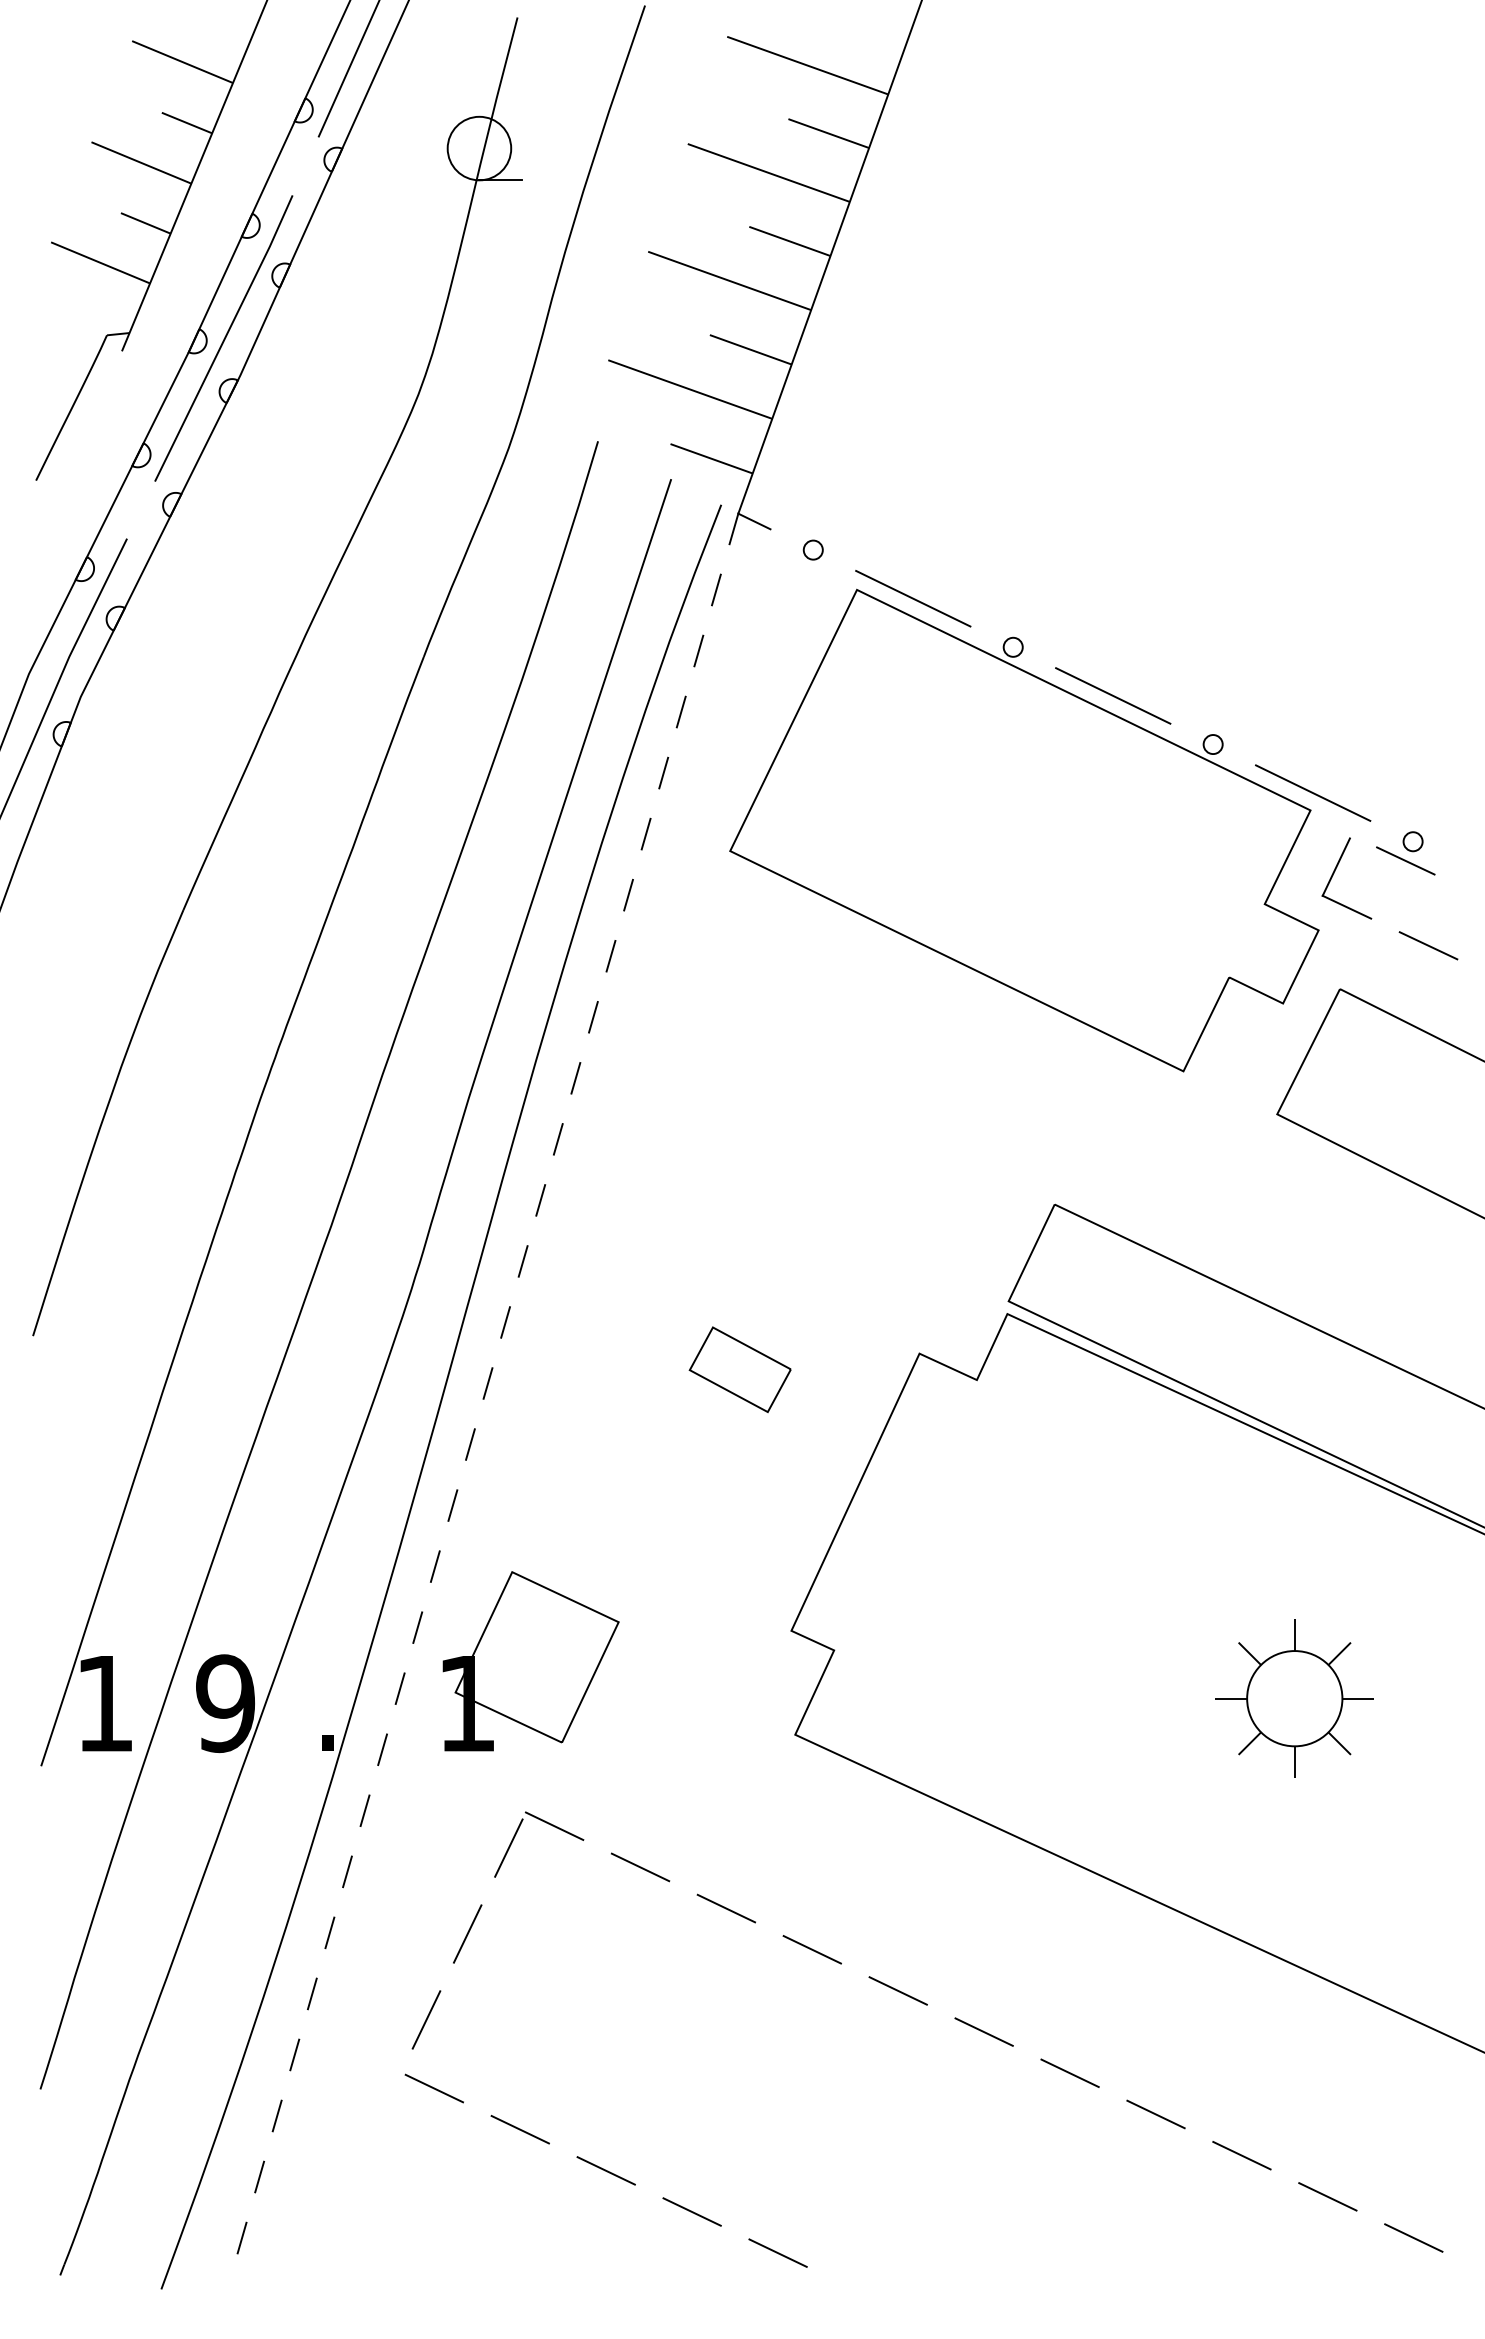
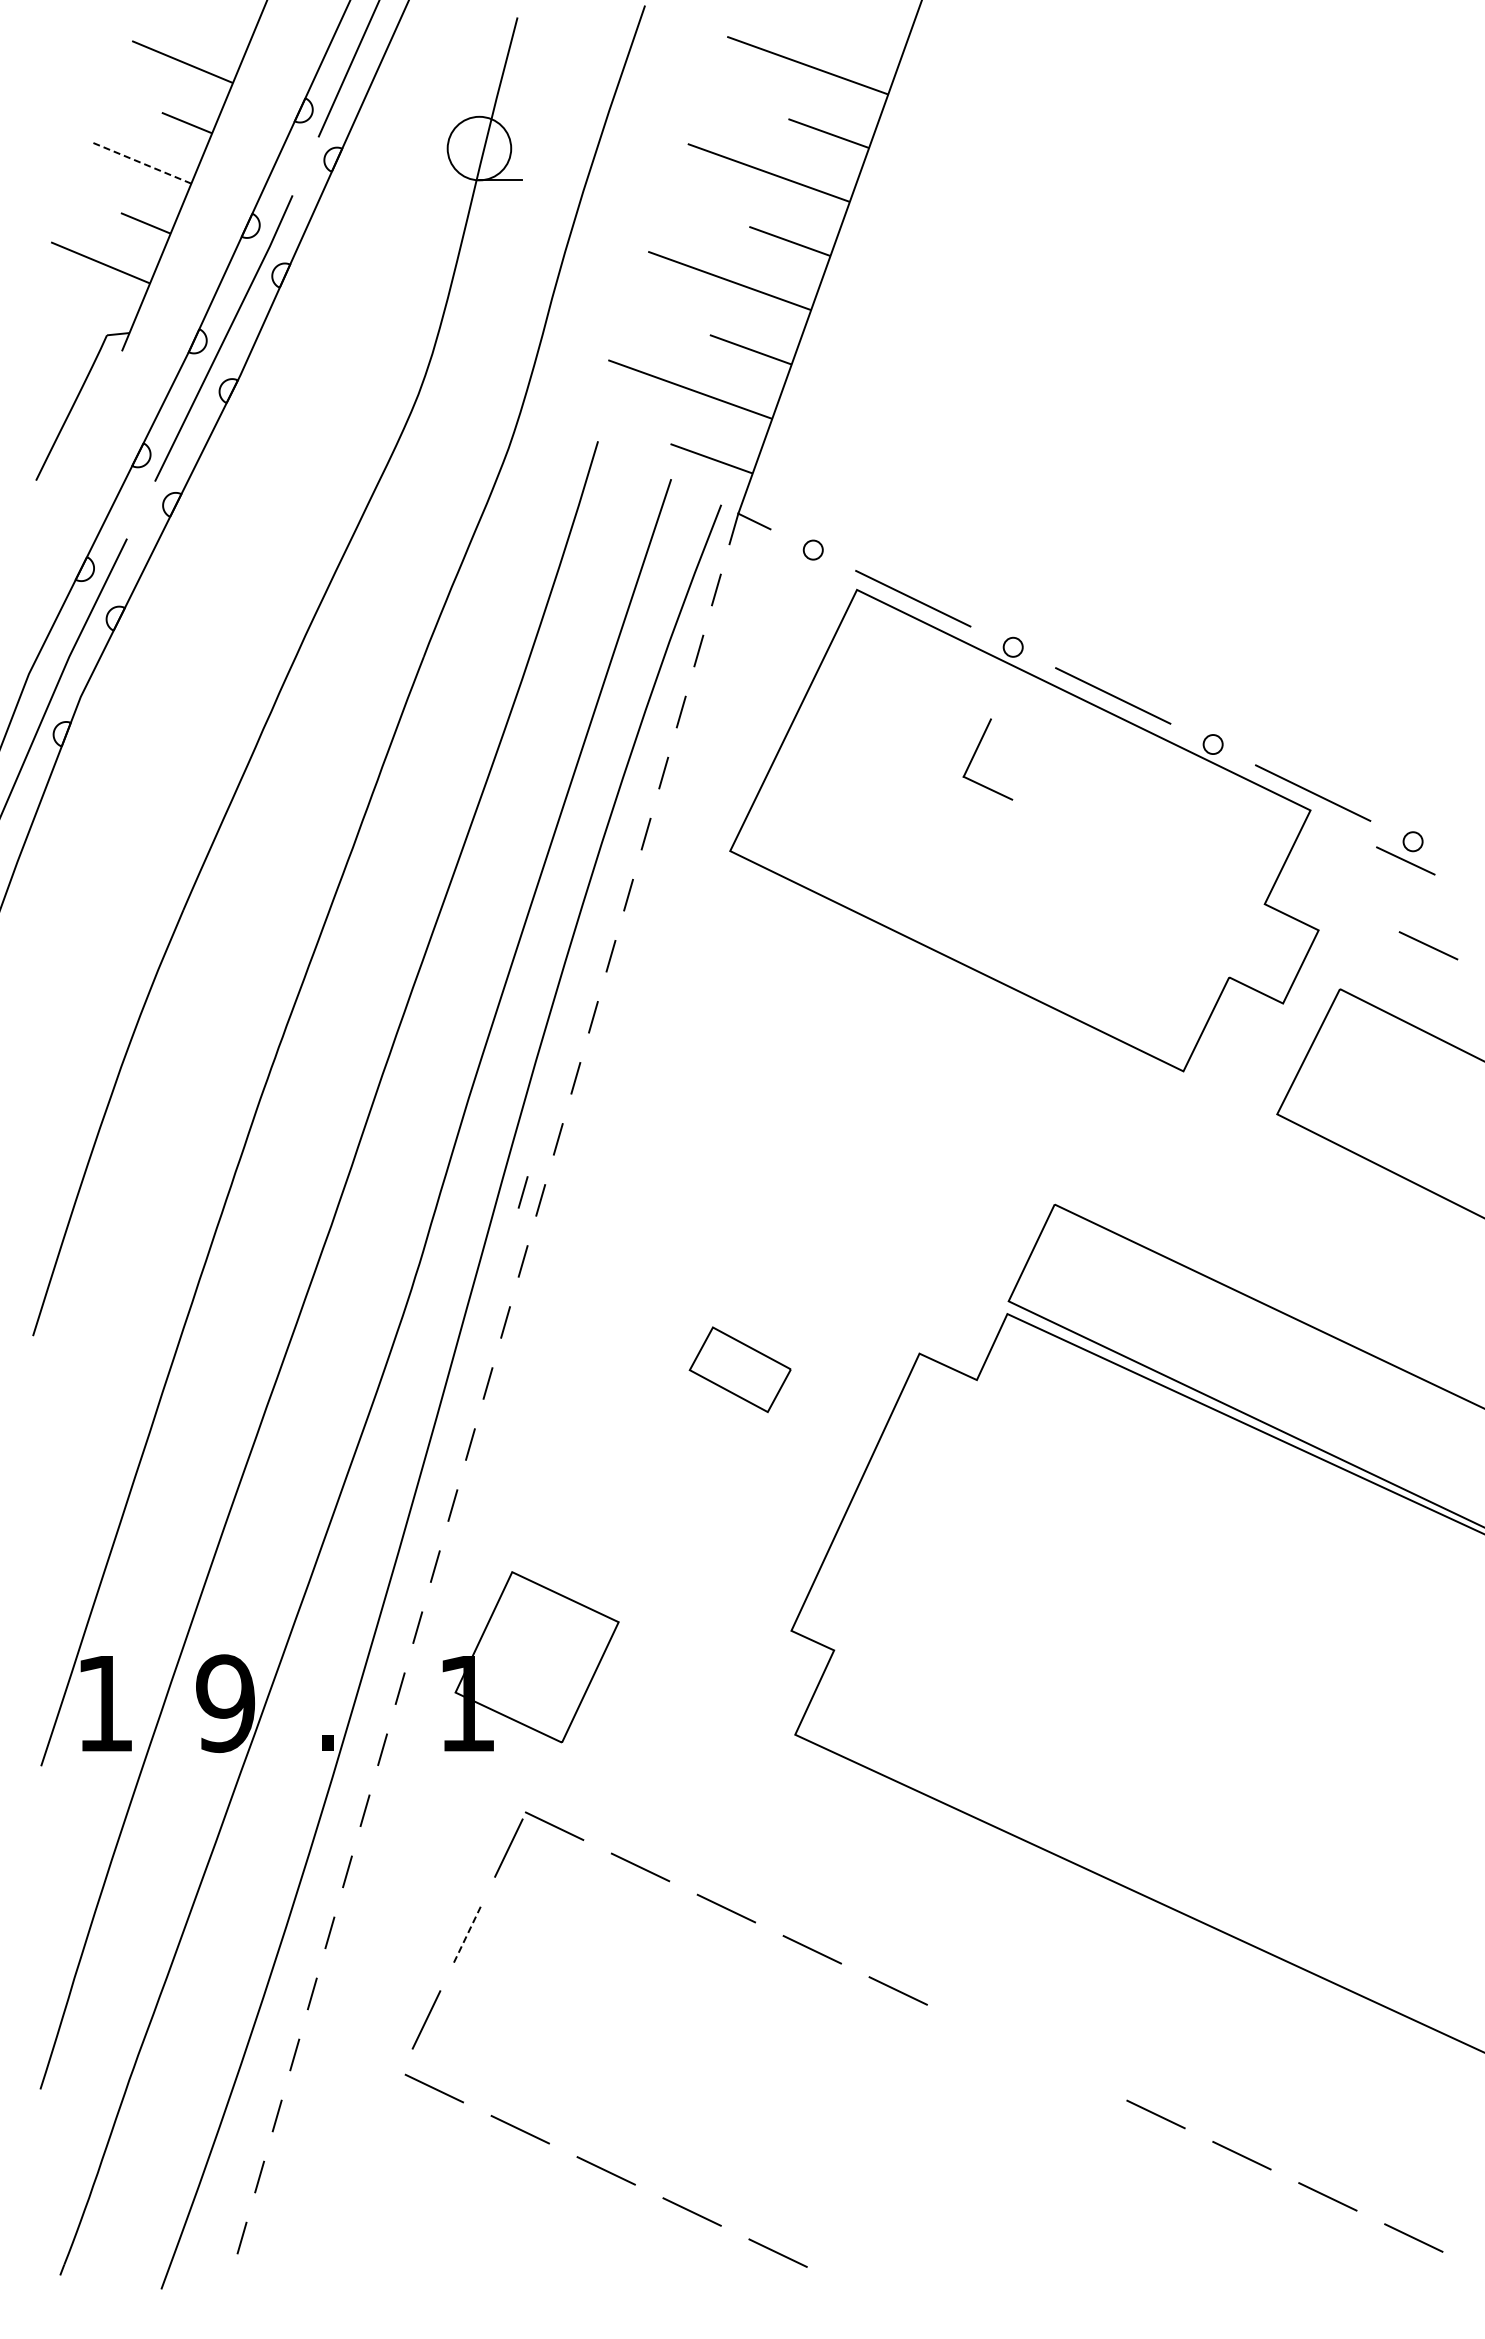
line at (140, 162): solid -> dashed
part at (1334, 873) position: (1334, 873) -> (975, 754)
line at (522, 1192): none -> present
part at (1294, 1698): present -> none
line at (467, 1934): solid -> dashed
line at (983, 2031): present -> none
line at (1069, 2073): present -> none
